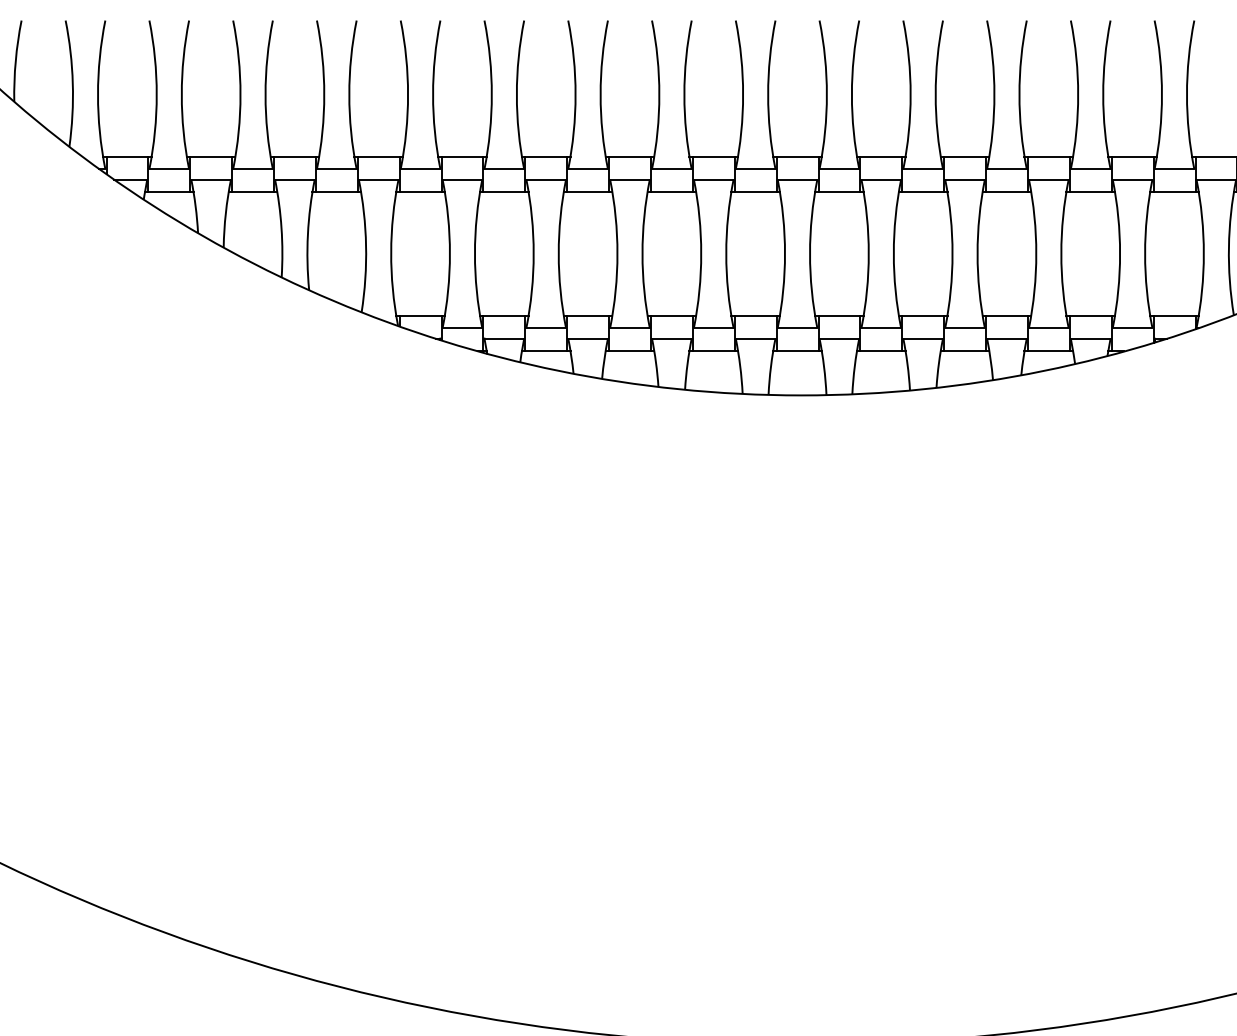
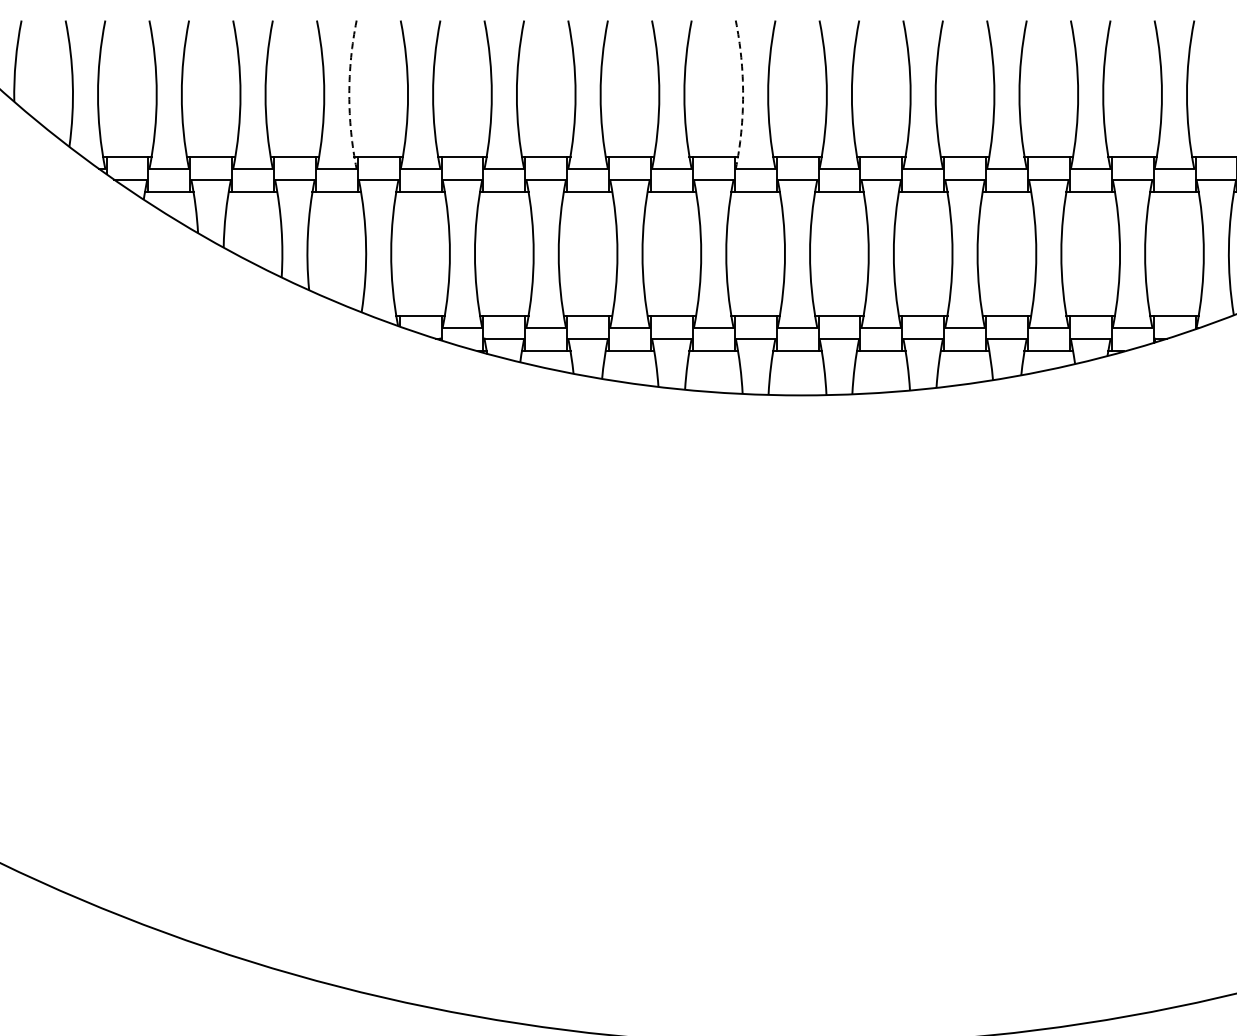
arc at (349, 94): solid -> dashed
arc at (743, 94): solid -> dashed
